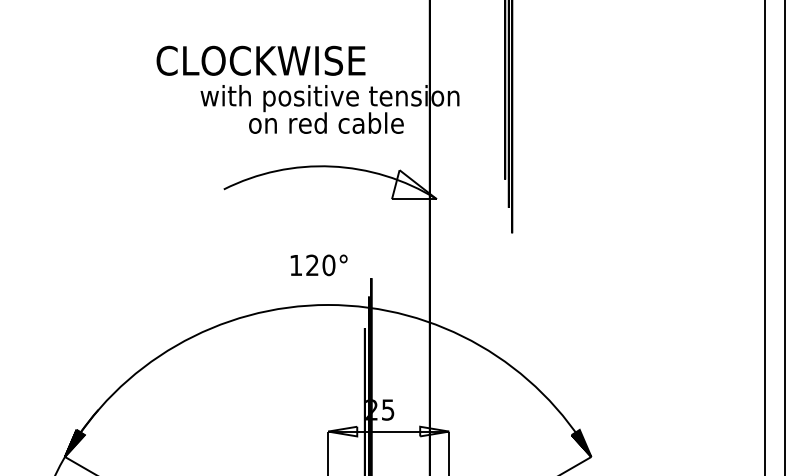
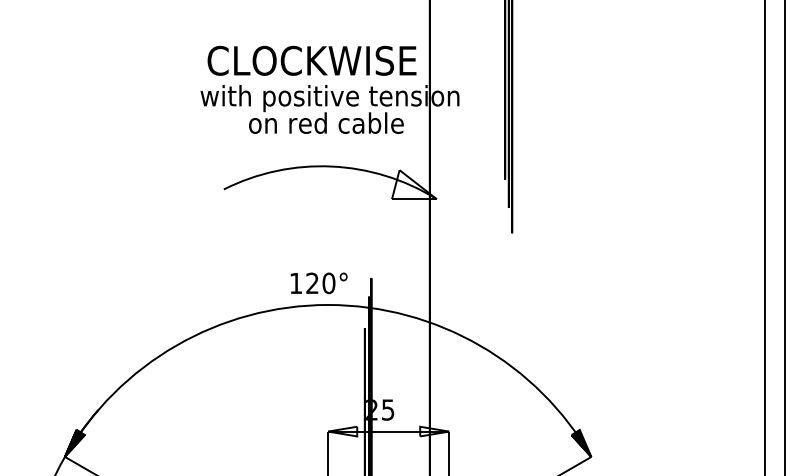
text at (260, 60) position: (260, 60) -> (311, 60)
text at (318, 265) position: (318, 265) -> (318, 283)
